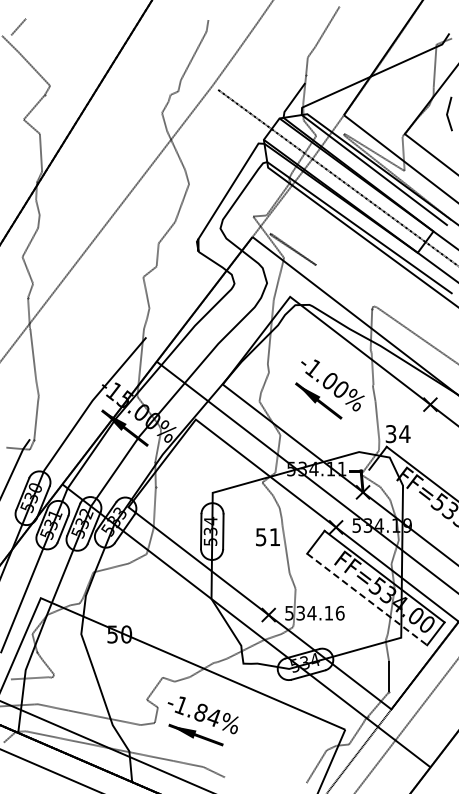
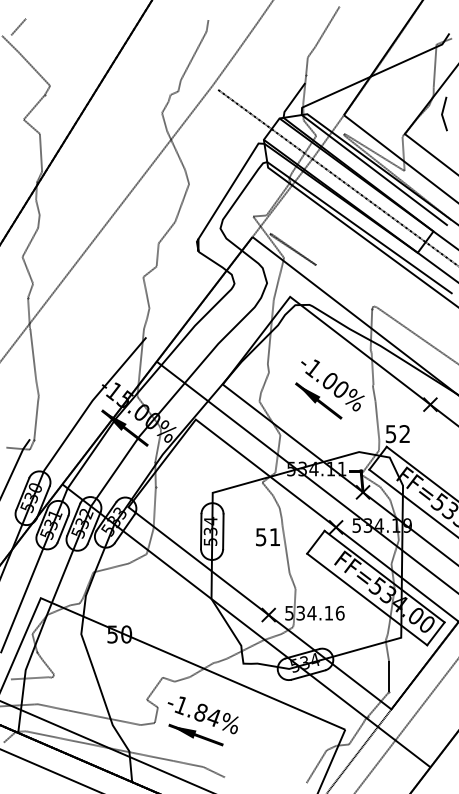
line at (448, 113) position: (448, 113) -> (443, 113)
text at (398, 433): 34 -> 52
line at (412, 502): none -> present
line at (367, 599): dashed -> solid
